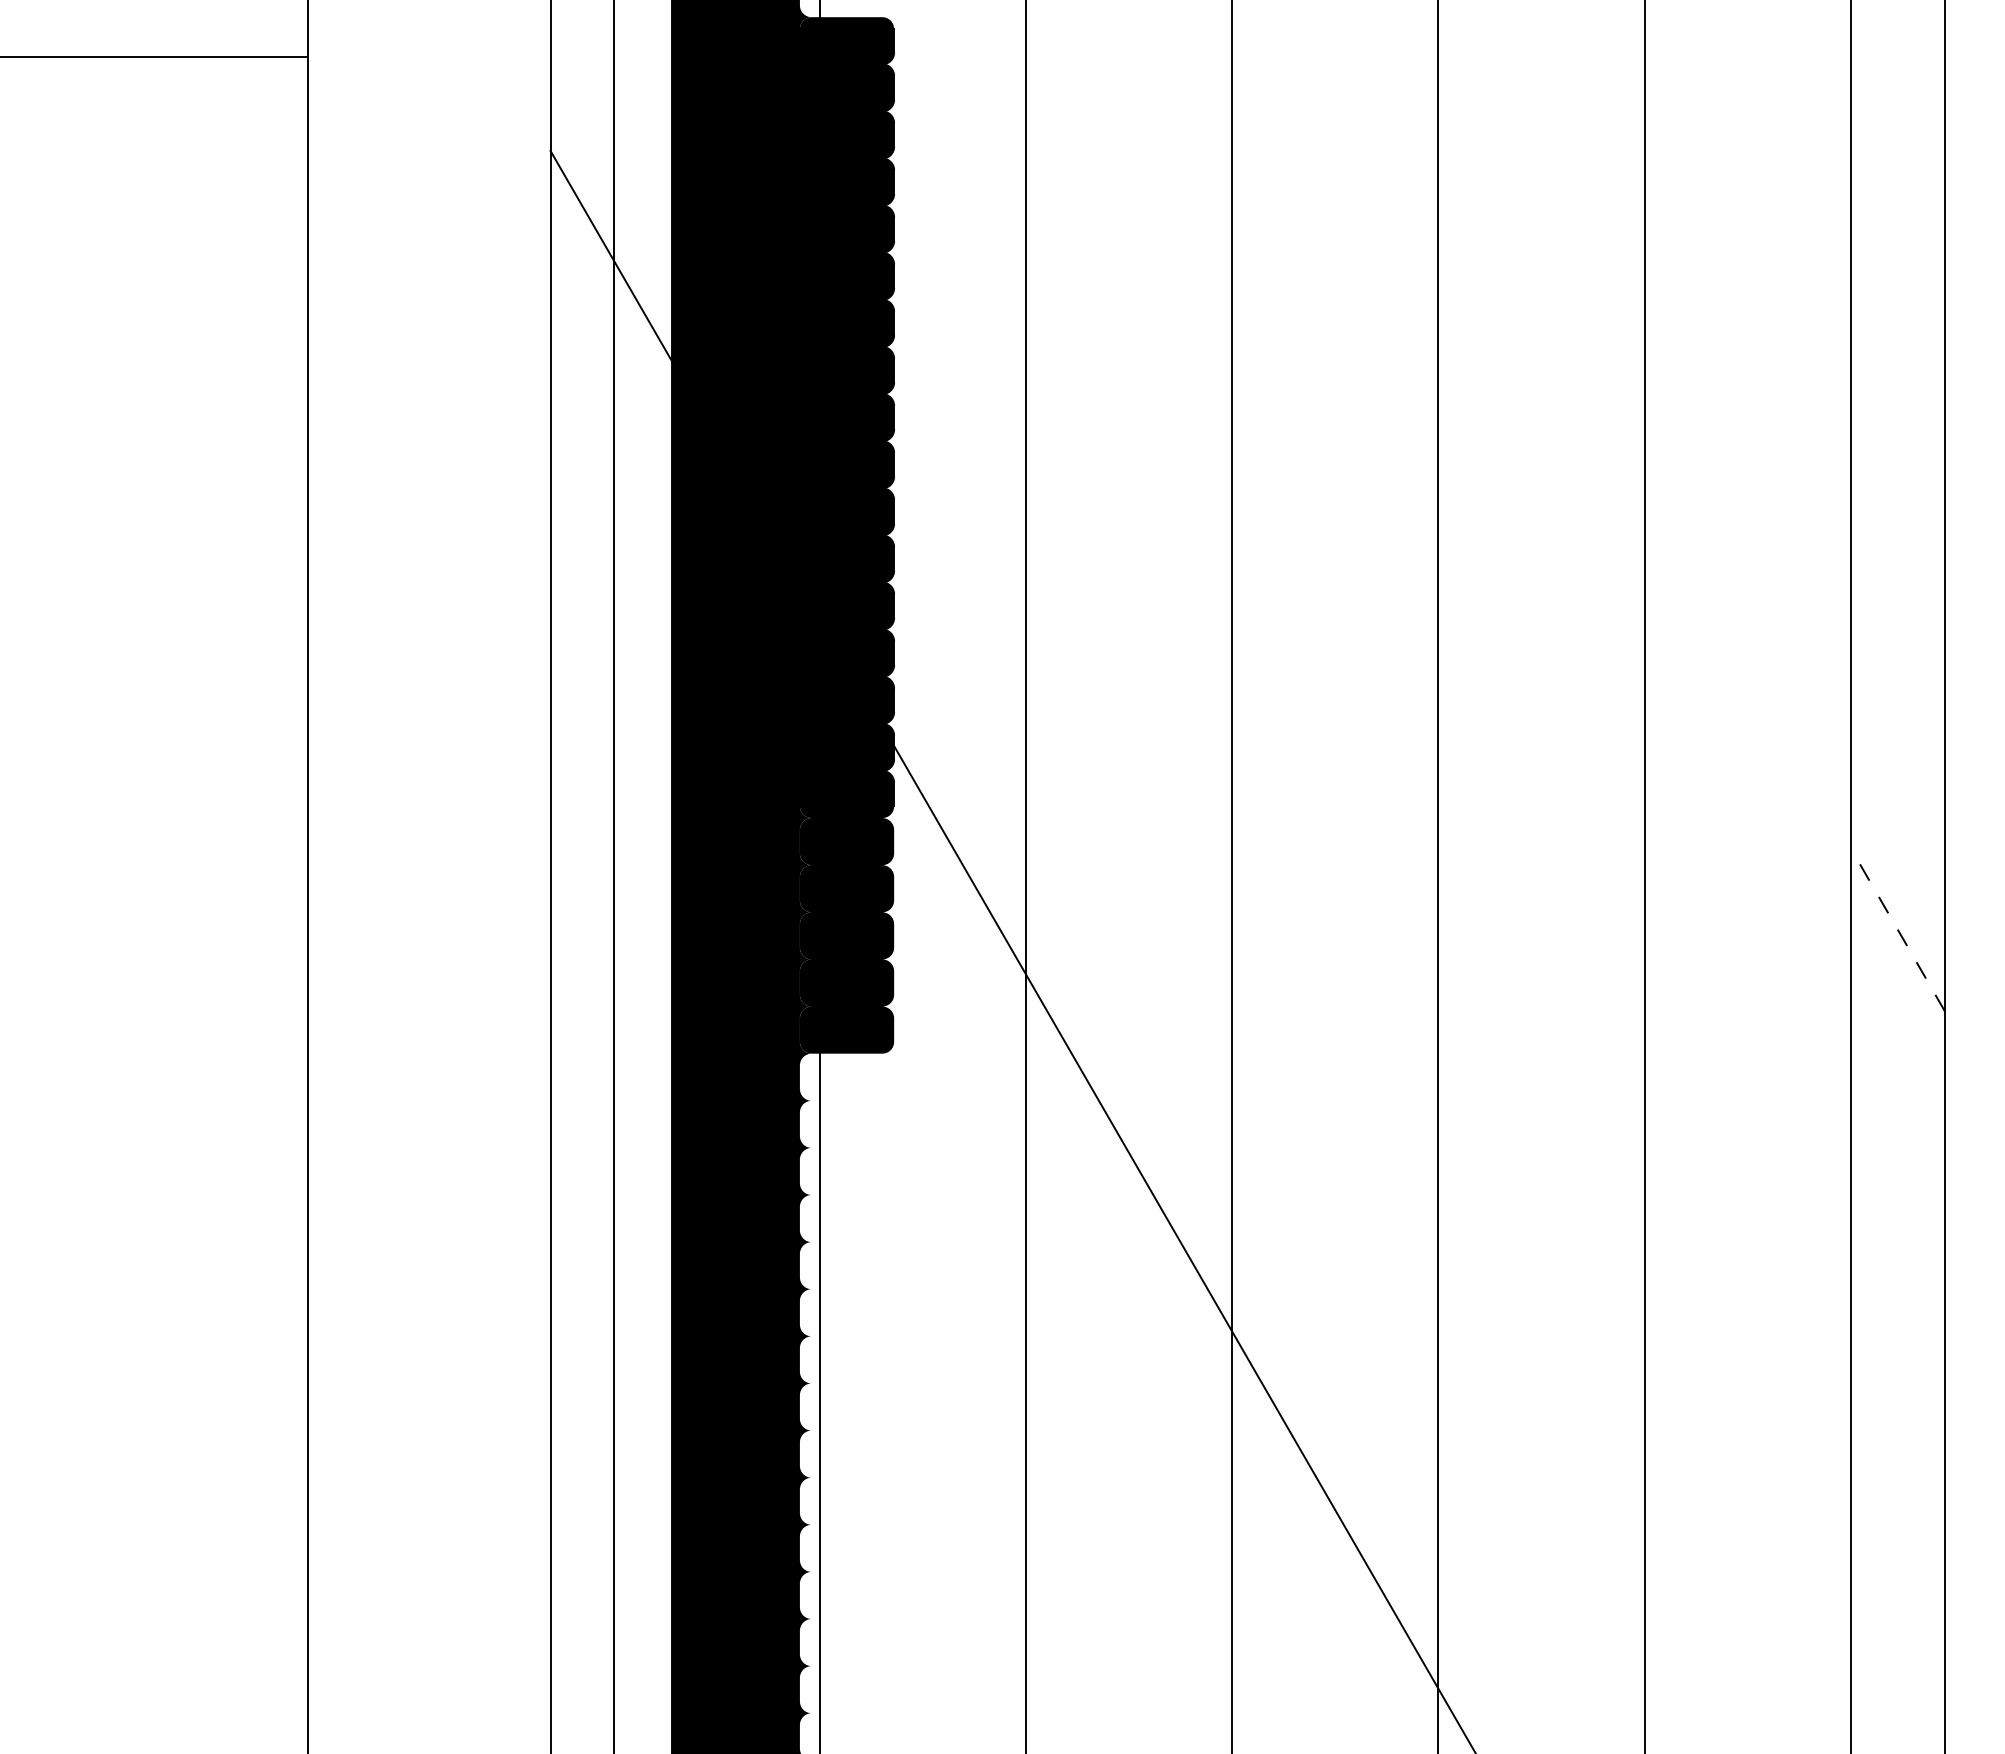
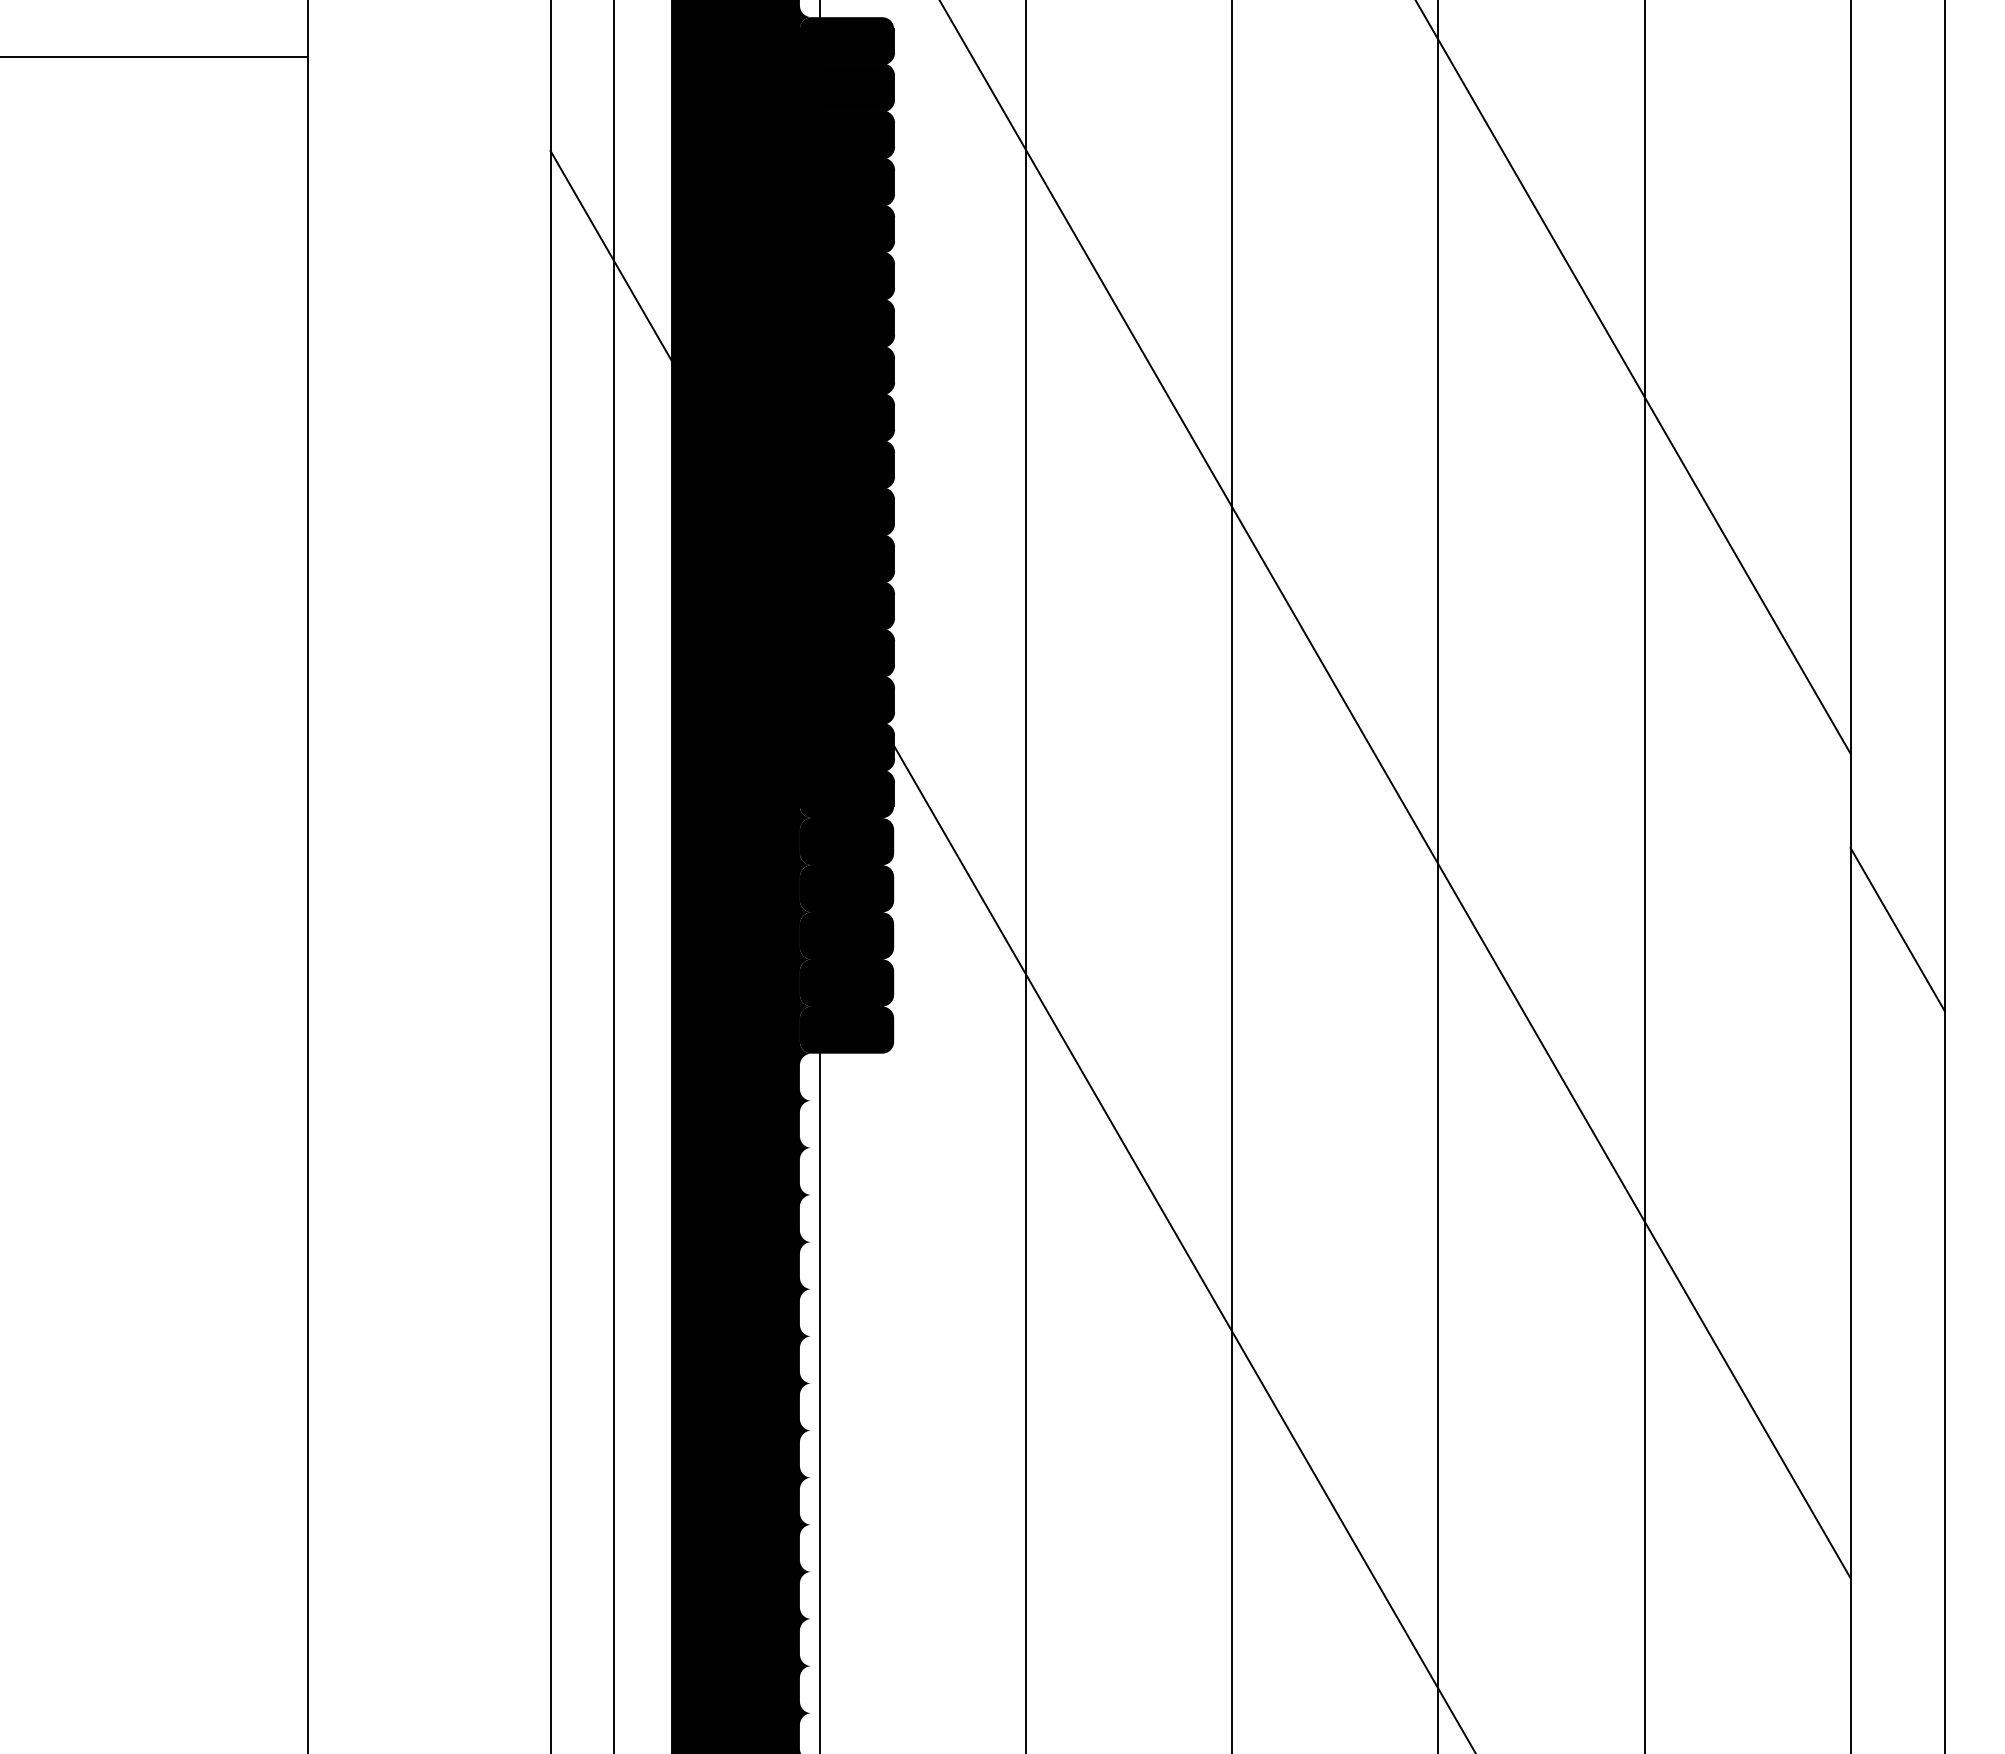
line at (1633, 377): none -> present
line at (1395, 790): none -> present
line at (1897, 929): dashed -> solid
